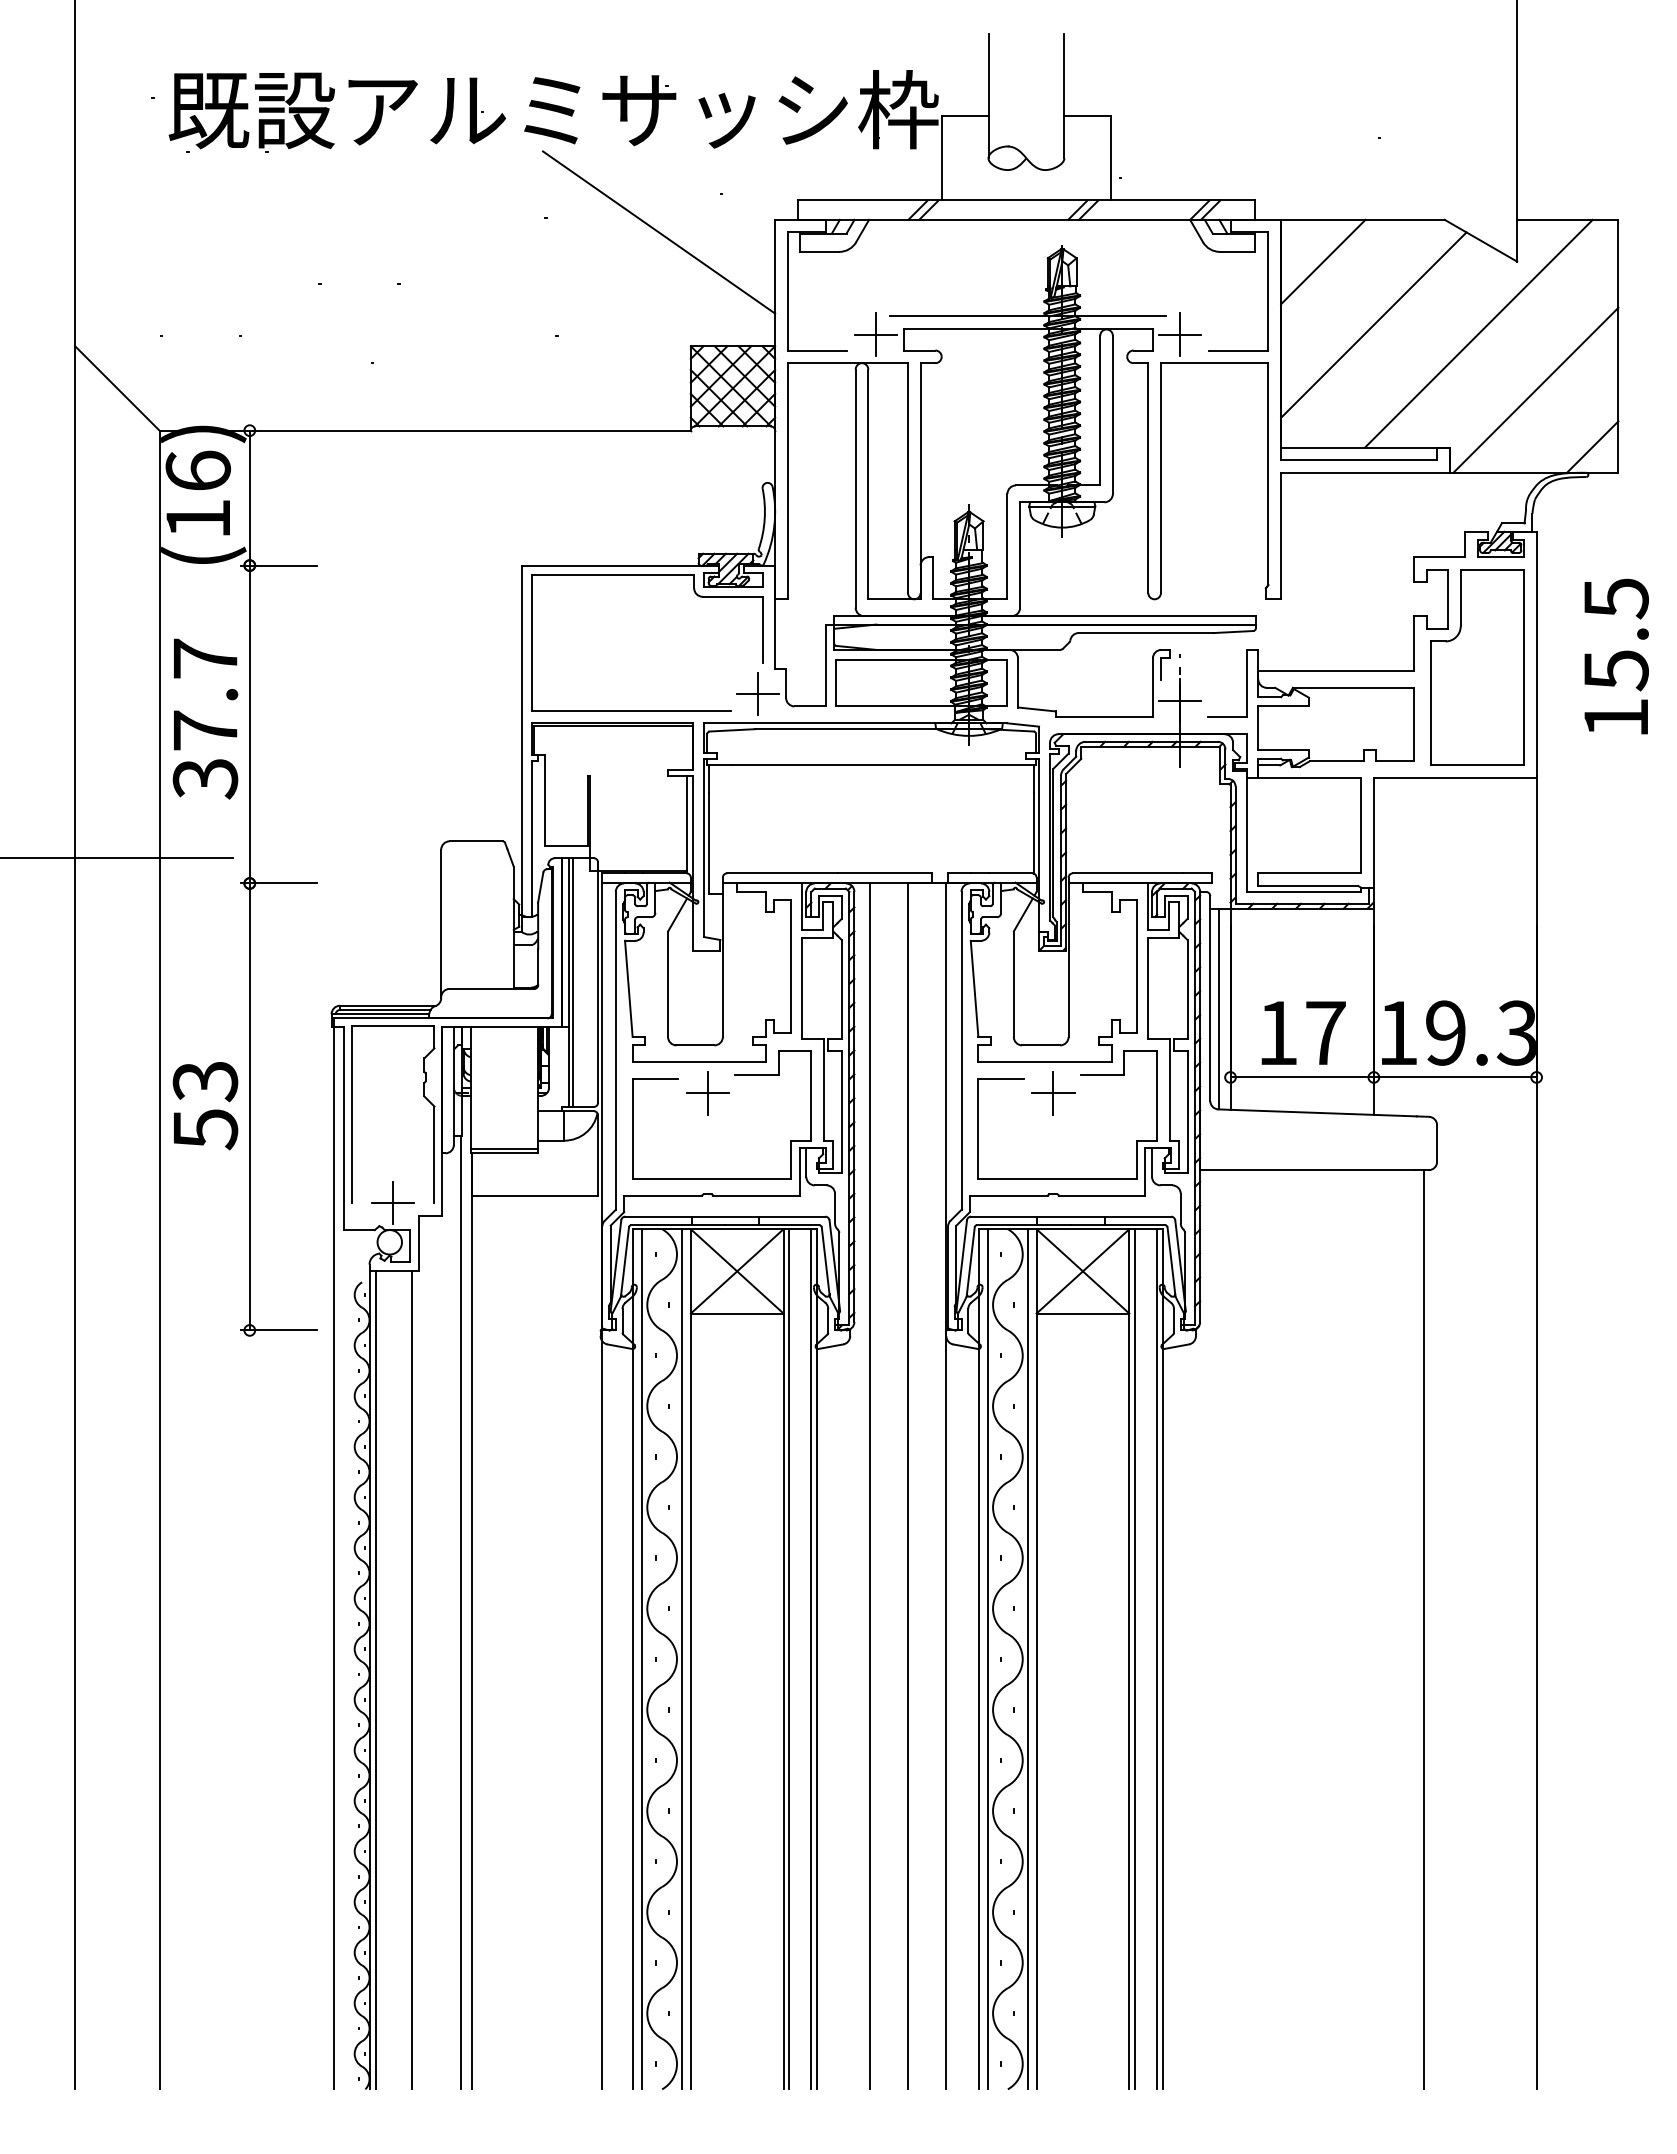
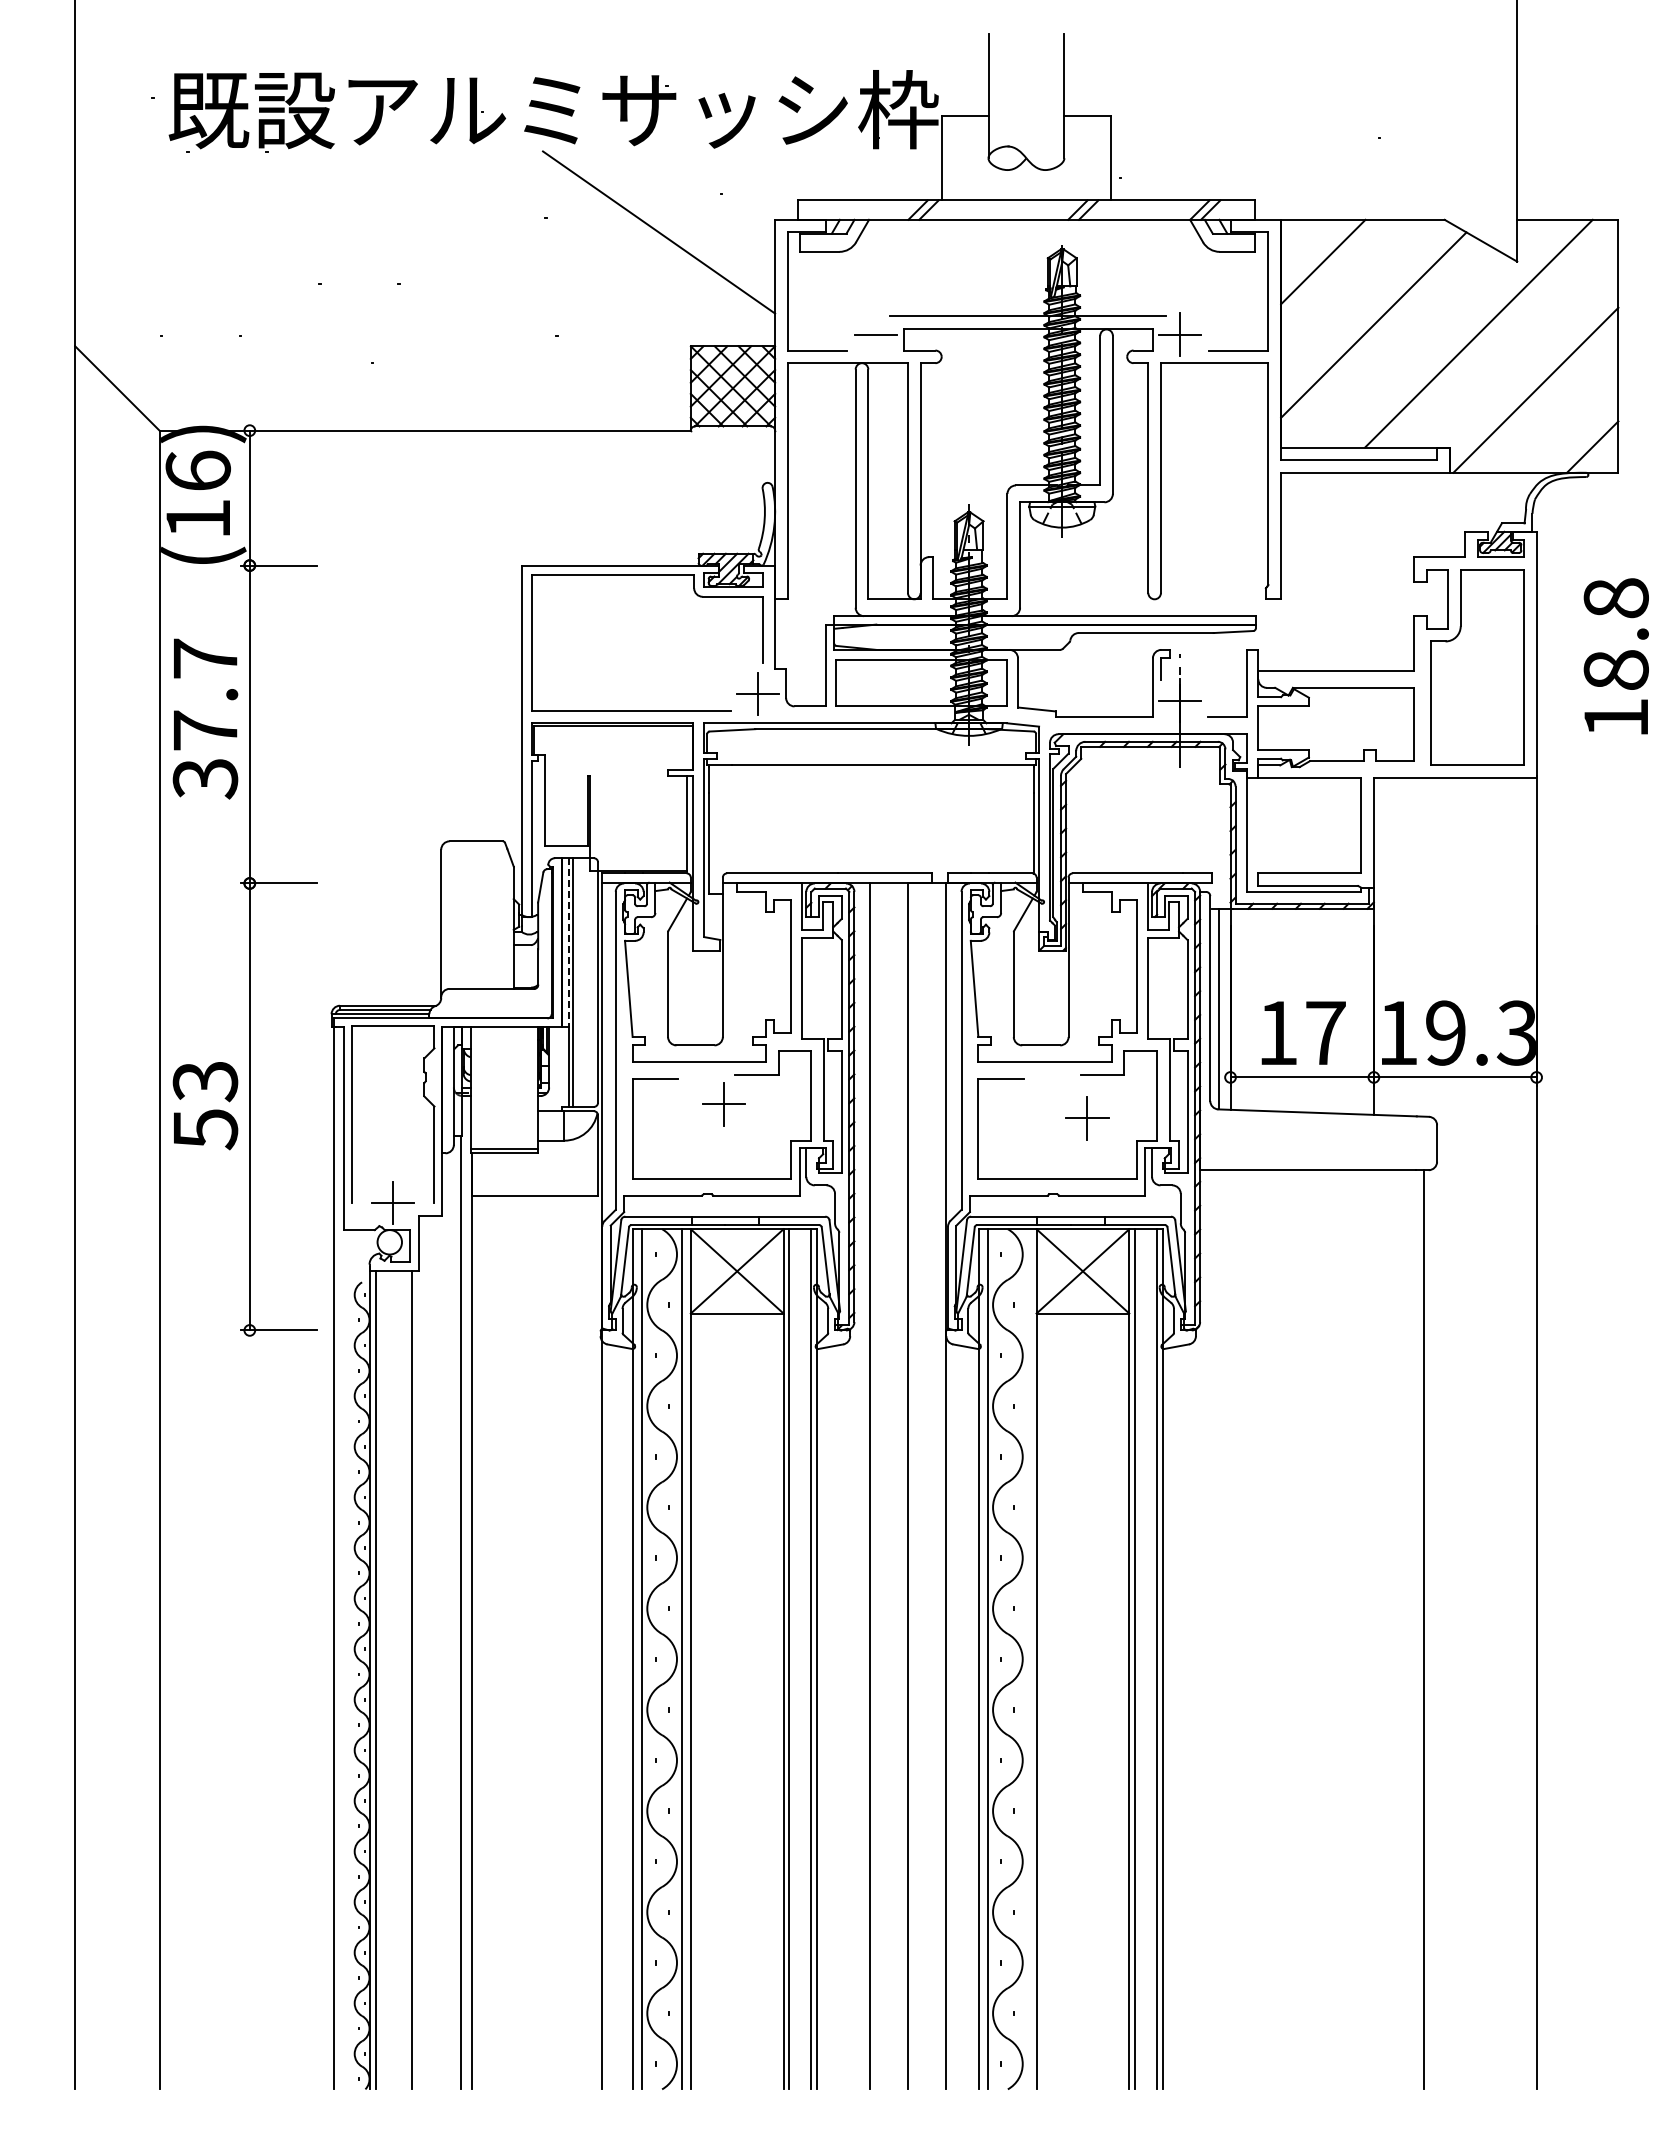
line at (876, 334): present -> none
text at (1615, 634): 15.5 -> 18.8
line at (117, 858): present -> none
line at (568, 943): solid -> dashed
part at (707, 1093) position: (707, 1093) -> (723, 1104)
part at (1053, 1093) position: (1053, 1093) -> (1087, 1118)
line at (1028, 1659): present -> none
